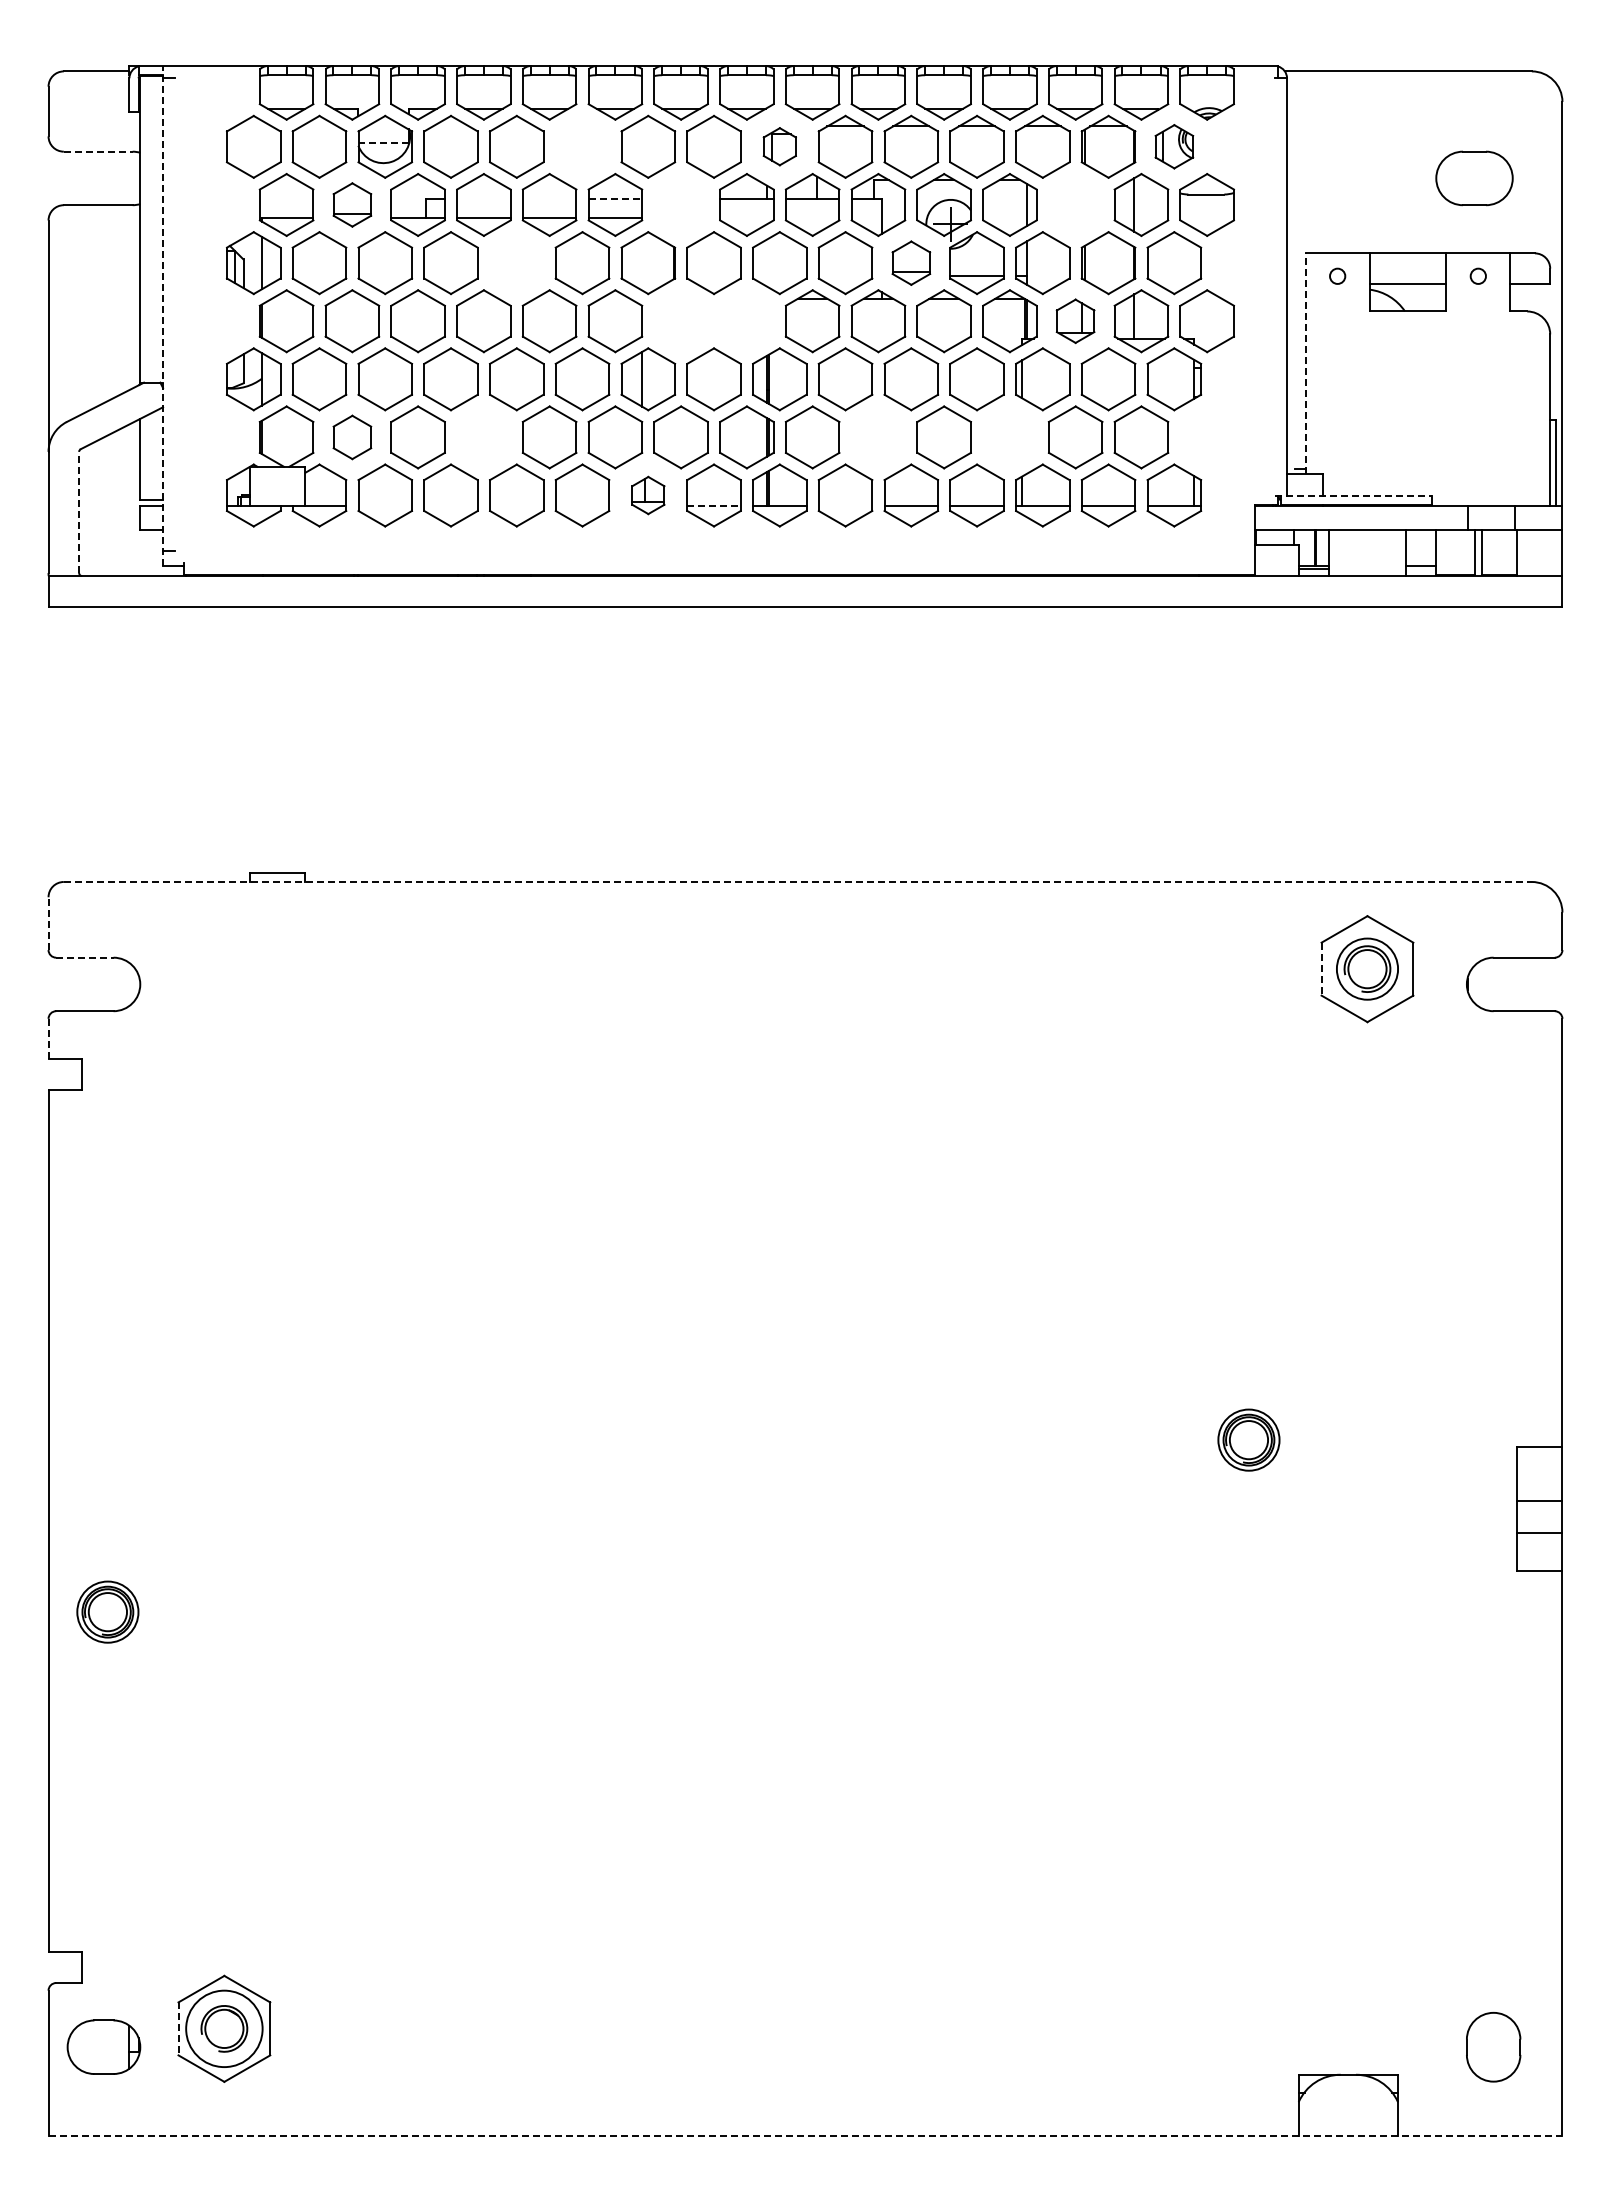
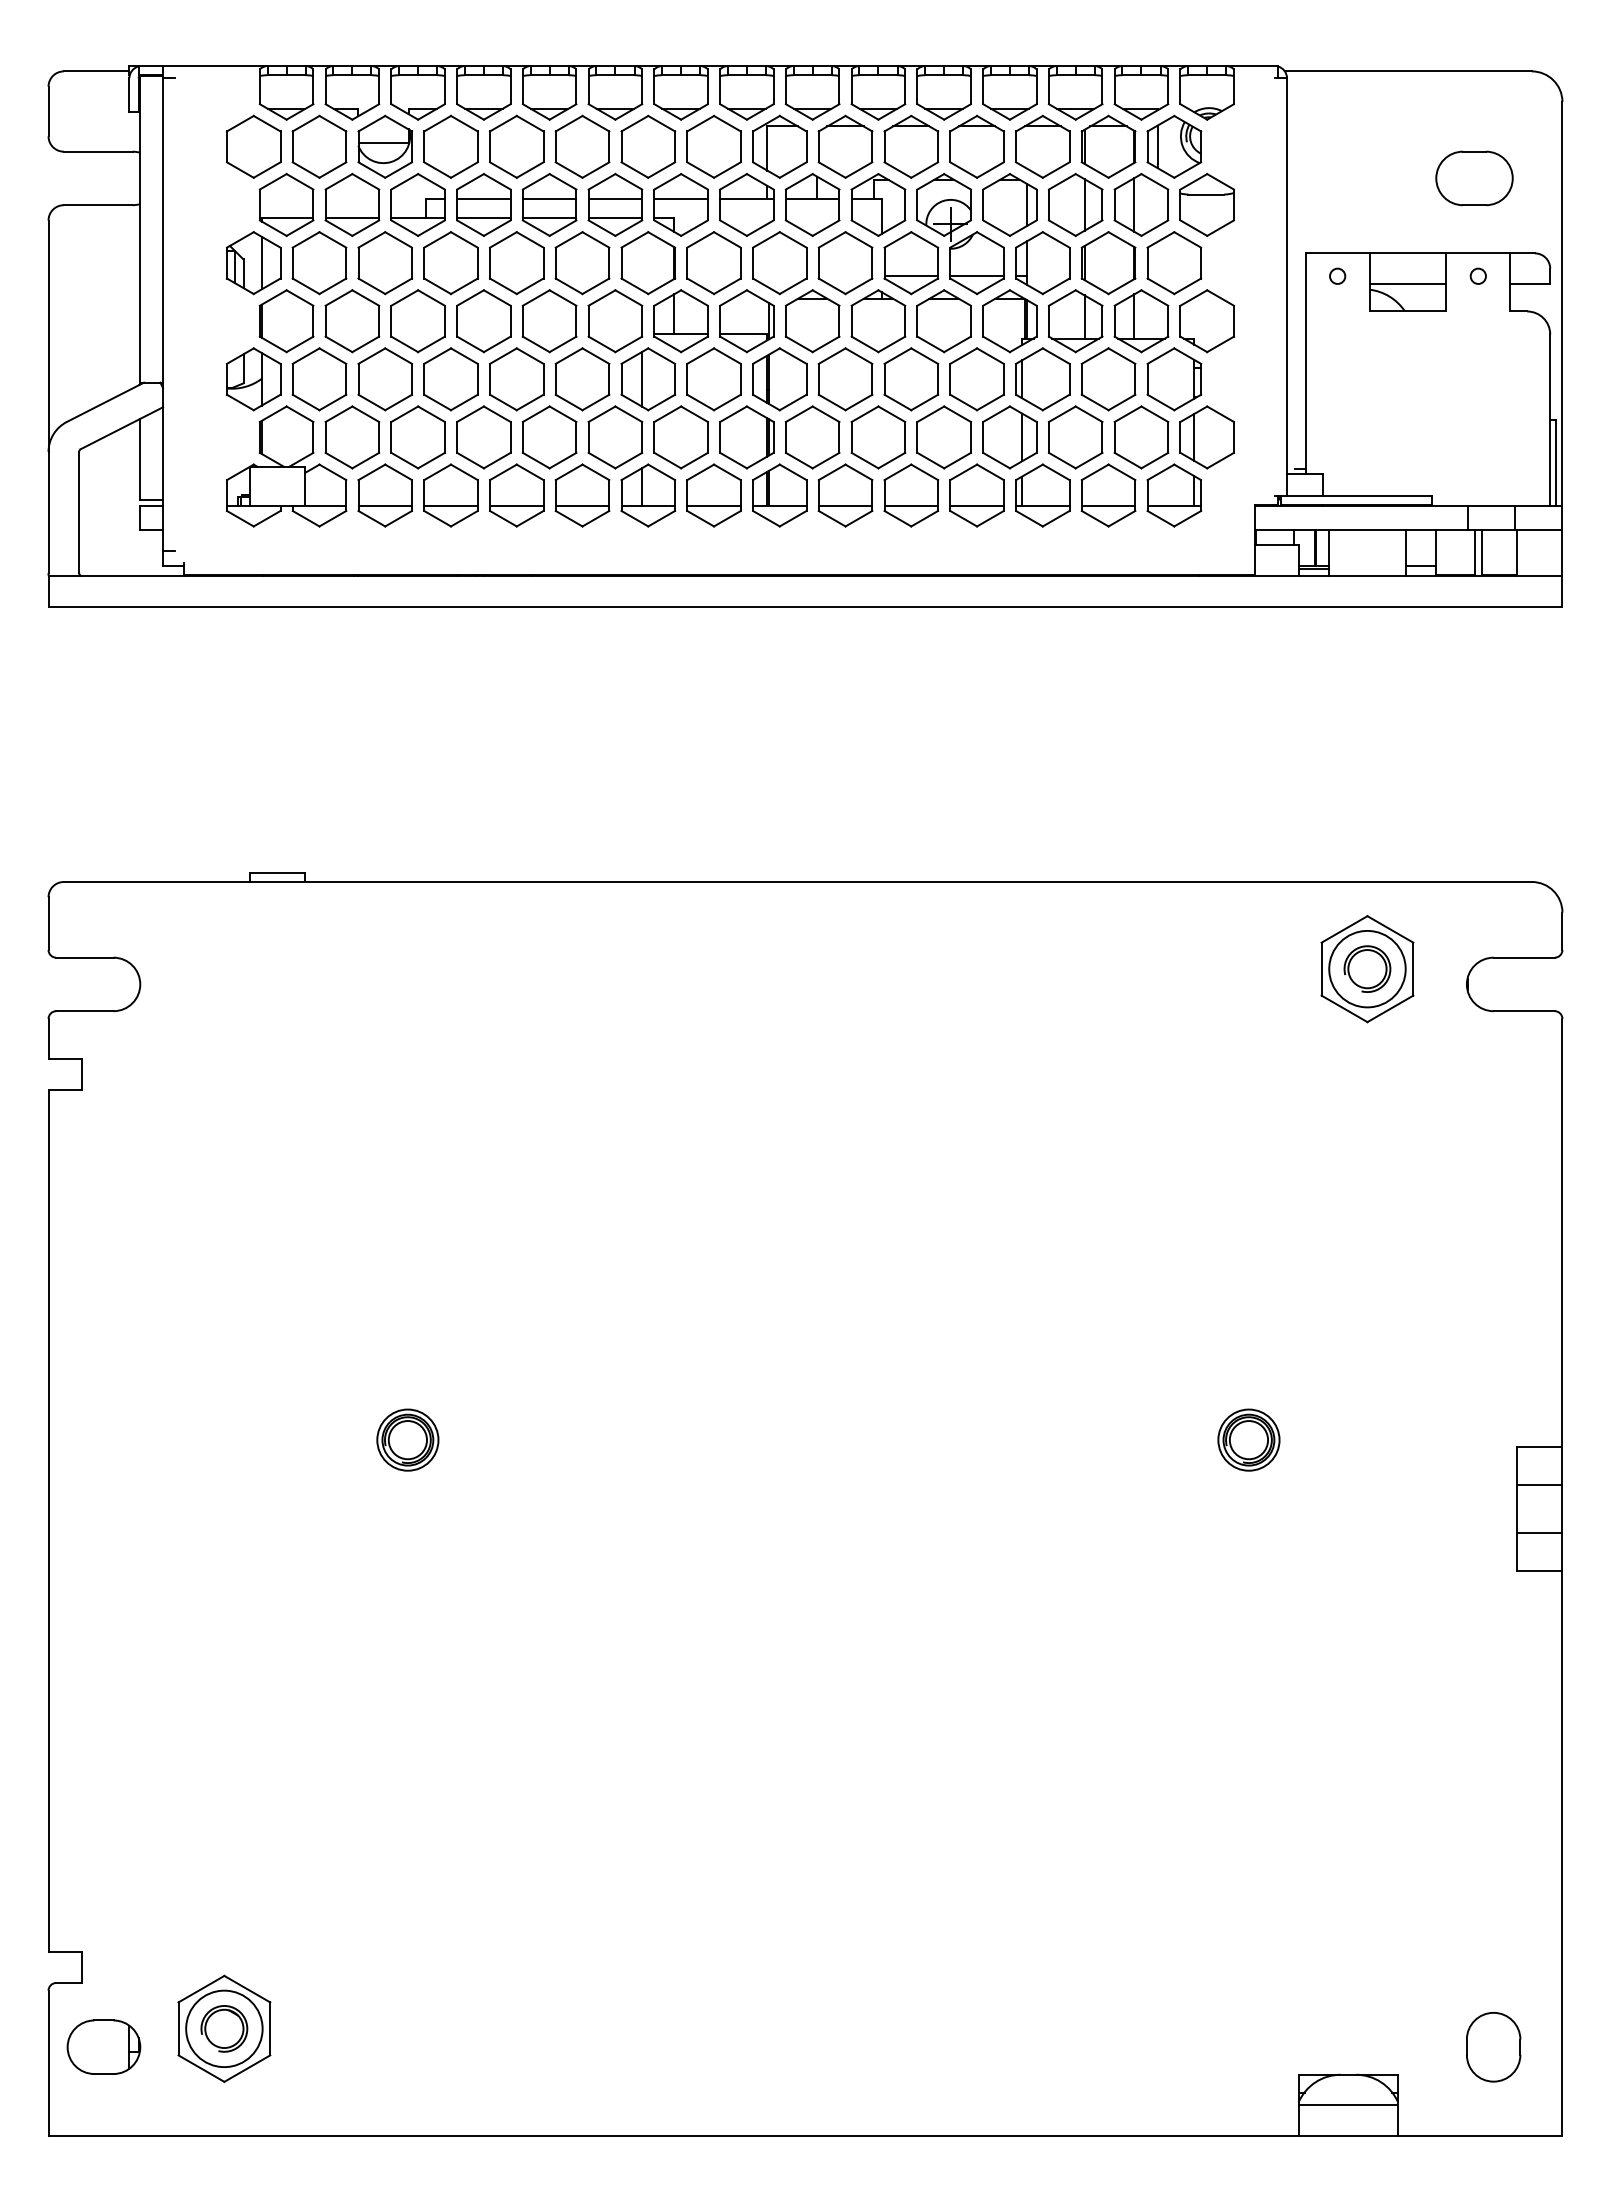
line at (383, 142): dashed -> solid
part at (582, 146): none -> present
part at (779, 146) size: 35x40 px -> 56x65 px
part at (1174, 146) size: 41x46 px -> 57x65 px
line at (98, 151): dashed -> solid
line at (483, 199): none -> present
line at (549, 199): none -> present
line at (615, 199): dashed -> solid
part at (352, 204) size: 41x46 px -> 57x64 px
part at (680, 204): none -> present
part at (1075, 204): none -> present
part at (911, 262) size: 41x46 px -> 57x65 px
part at (516, 263): none -> present
line at (163, 315): dashed -> solid
part at (680, 321): none -> present
part at (746, 321): none -> present
part at (1075, 321) size: 41x47 px -> 57x65 px
line at (1305, 363): dashed -> solid
part at (352, 437) size: 41x47 px -> 57x65 px
part at (483, 437): none -> present
part at (878, 437): none -> present
part at (1009, 437): none -> present
part at (1206, 437): none -> present
part at (648, 495) size: 35x41 px -> 57x65 px
line at (1353, 495): dashed -> solid
line at (385, 505): none -> present
line at (450, 505): none -> present
line at (516, 505): none -> present
line at (582, 505): none -> present
line at (714, 505): dashed -> solid
line at (845, 505): none -> present
line at (79, 512): dashed -> solid
line at (798, 881): dashed -> solid
line at (48, 923): dashed -> solid
line at (84, 957): dashed -> solid
circle at (1367, 968) diameter: 61 px -> 76 px
line at (1321, 969): dashed -> solid
line at (48, 1038): dashed -> solid
line at (1539, 1501) position: (1539, 1501) -> (1539, 1485)
part at (107, 1611) position: (107, 1611) -> (407, 1439)
line at (178, 2029): dashed -> solid
line at (1348, 2105): none -> present
line at (805, 2135): dashed -> solid
